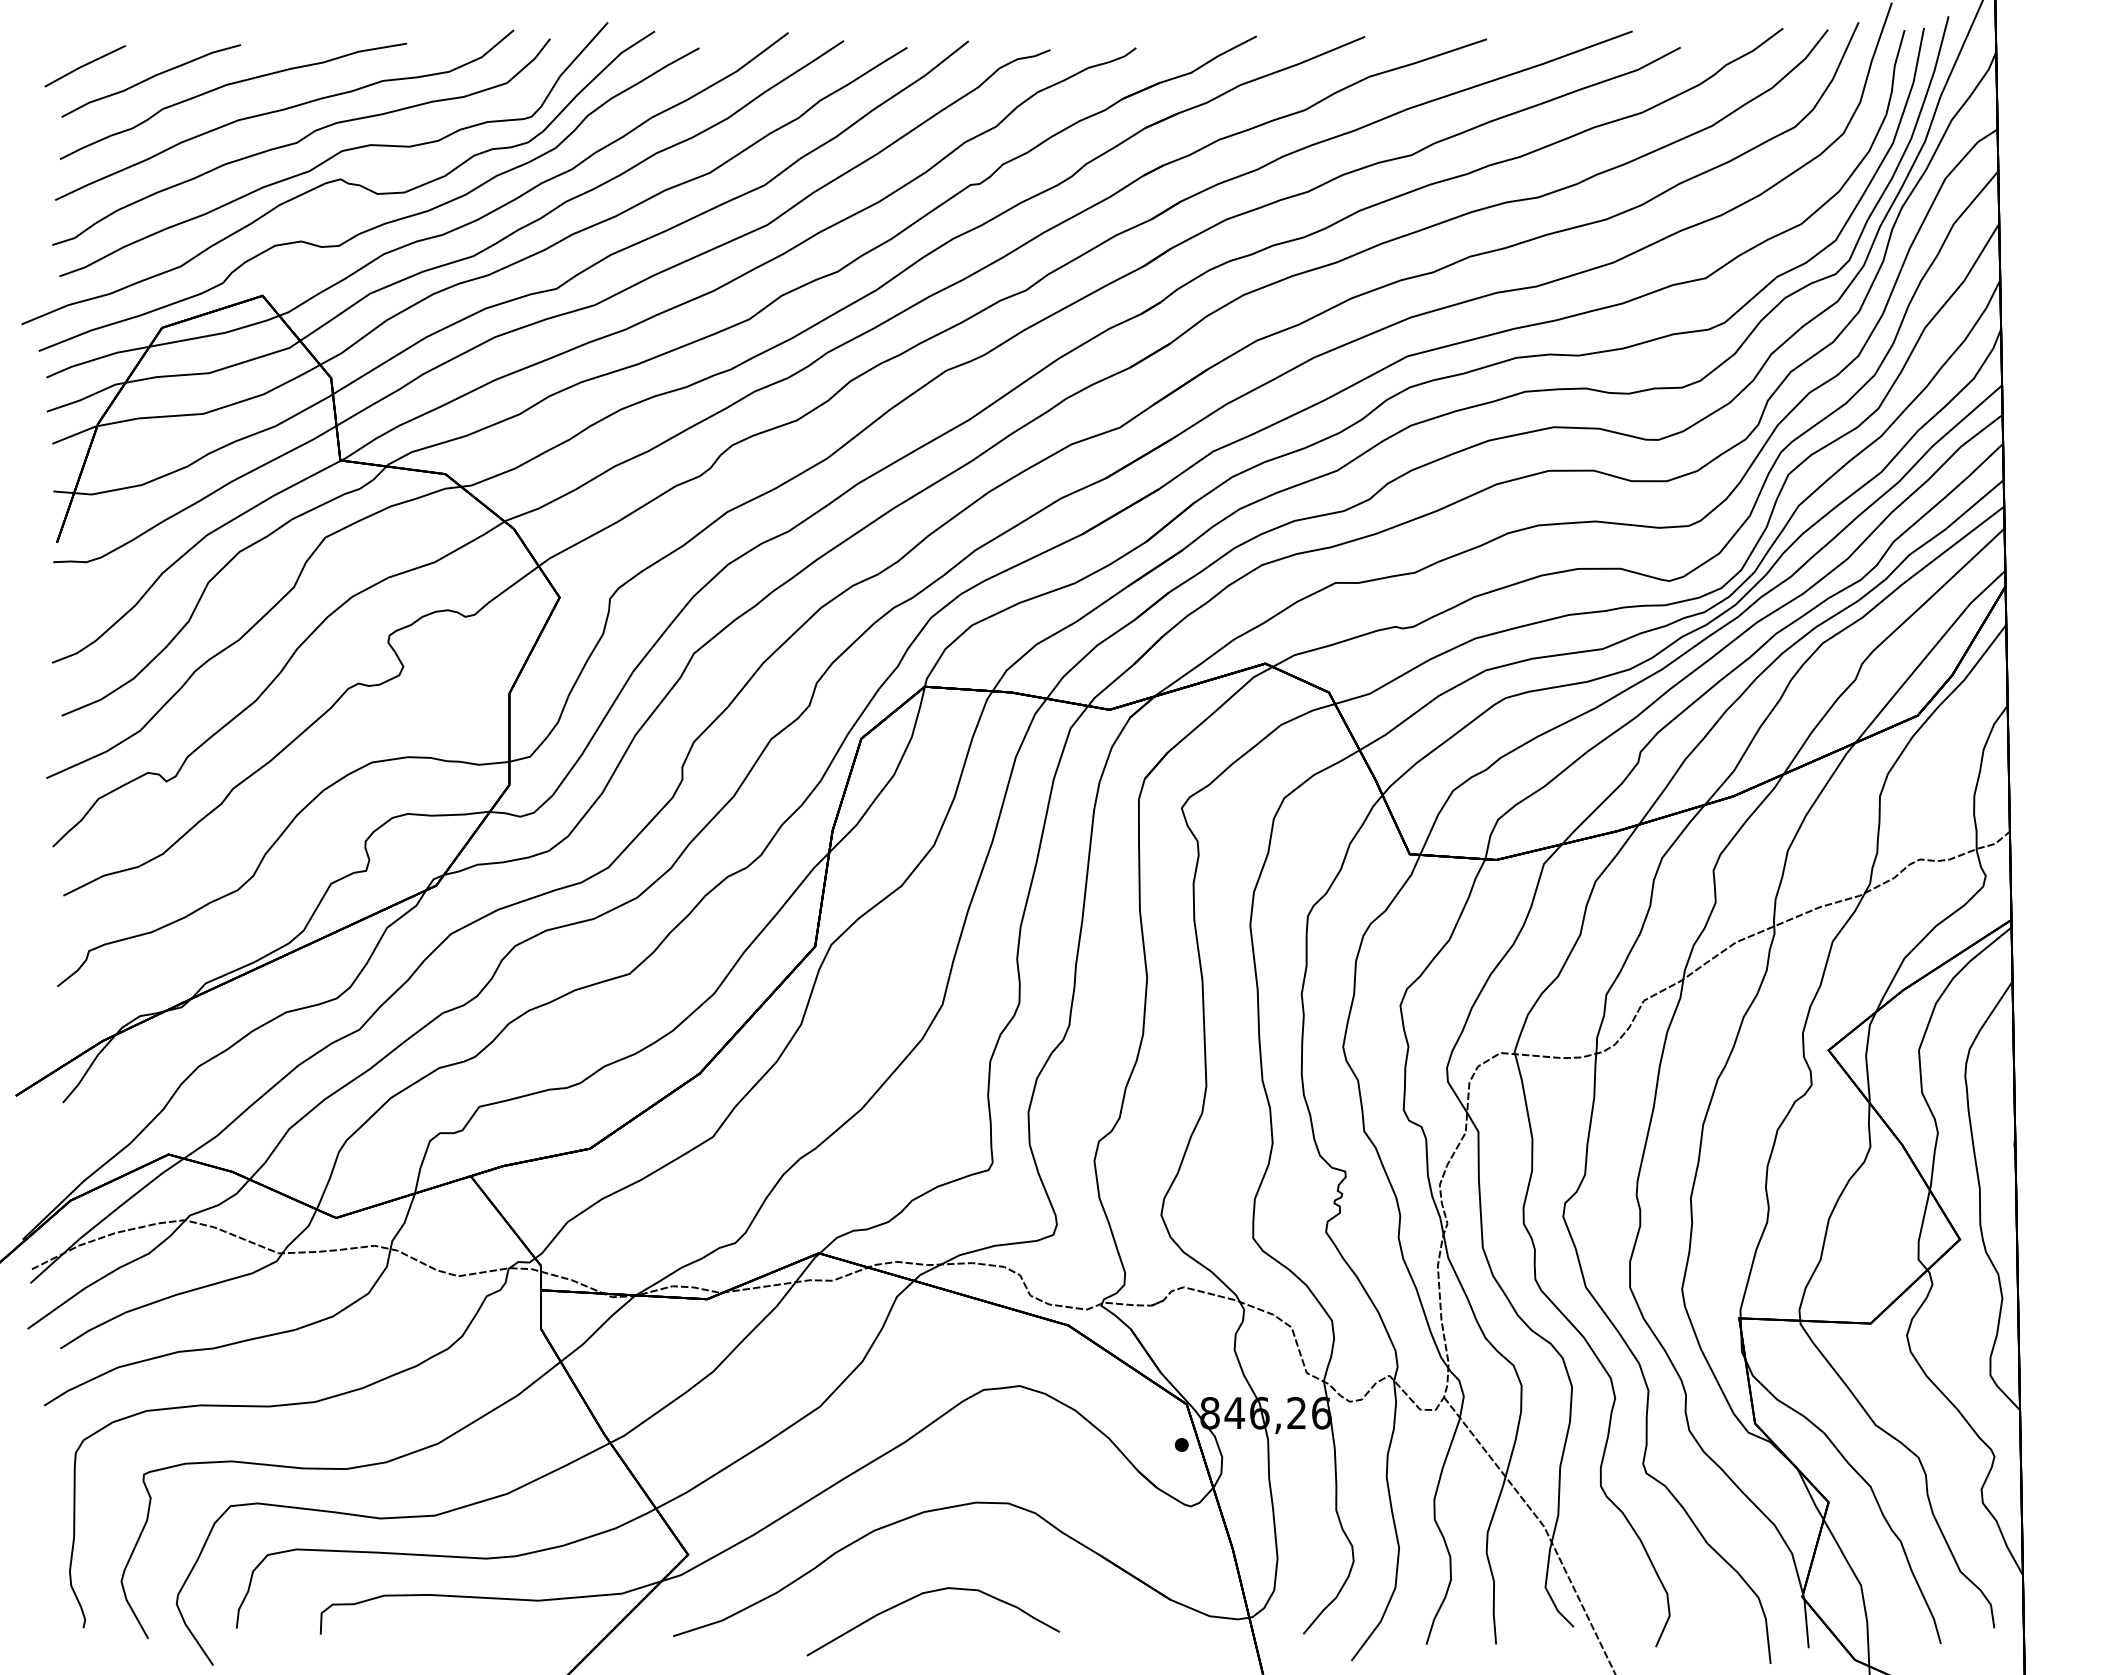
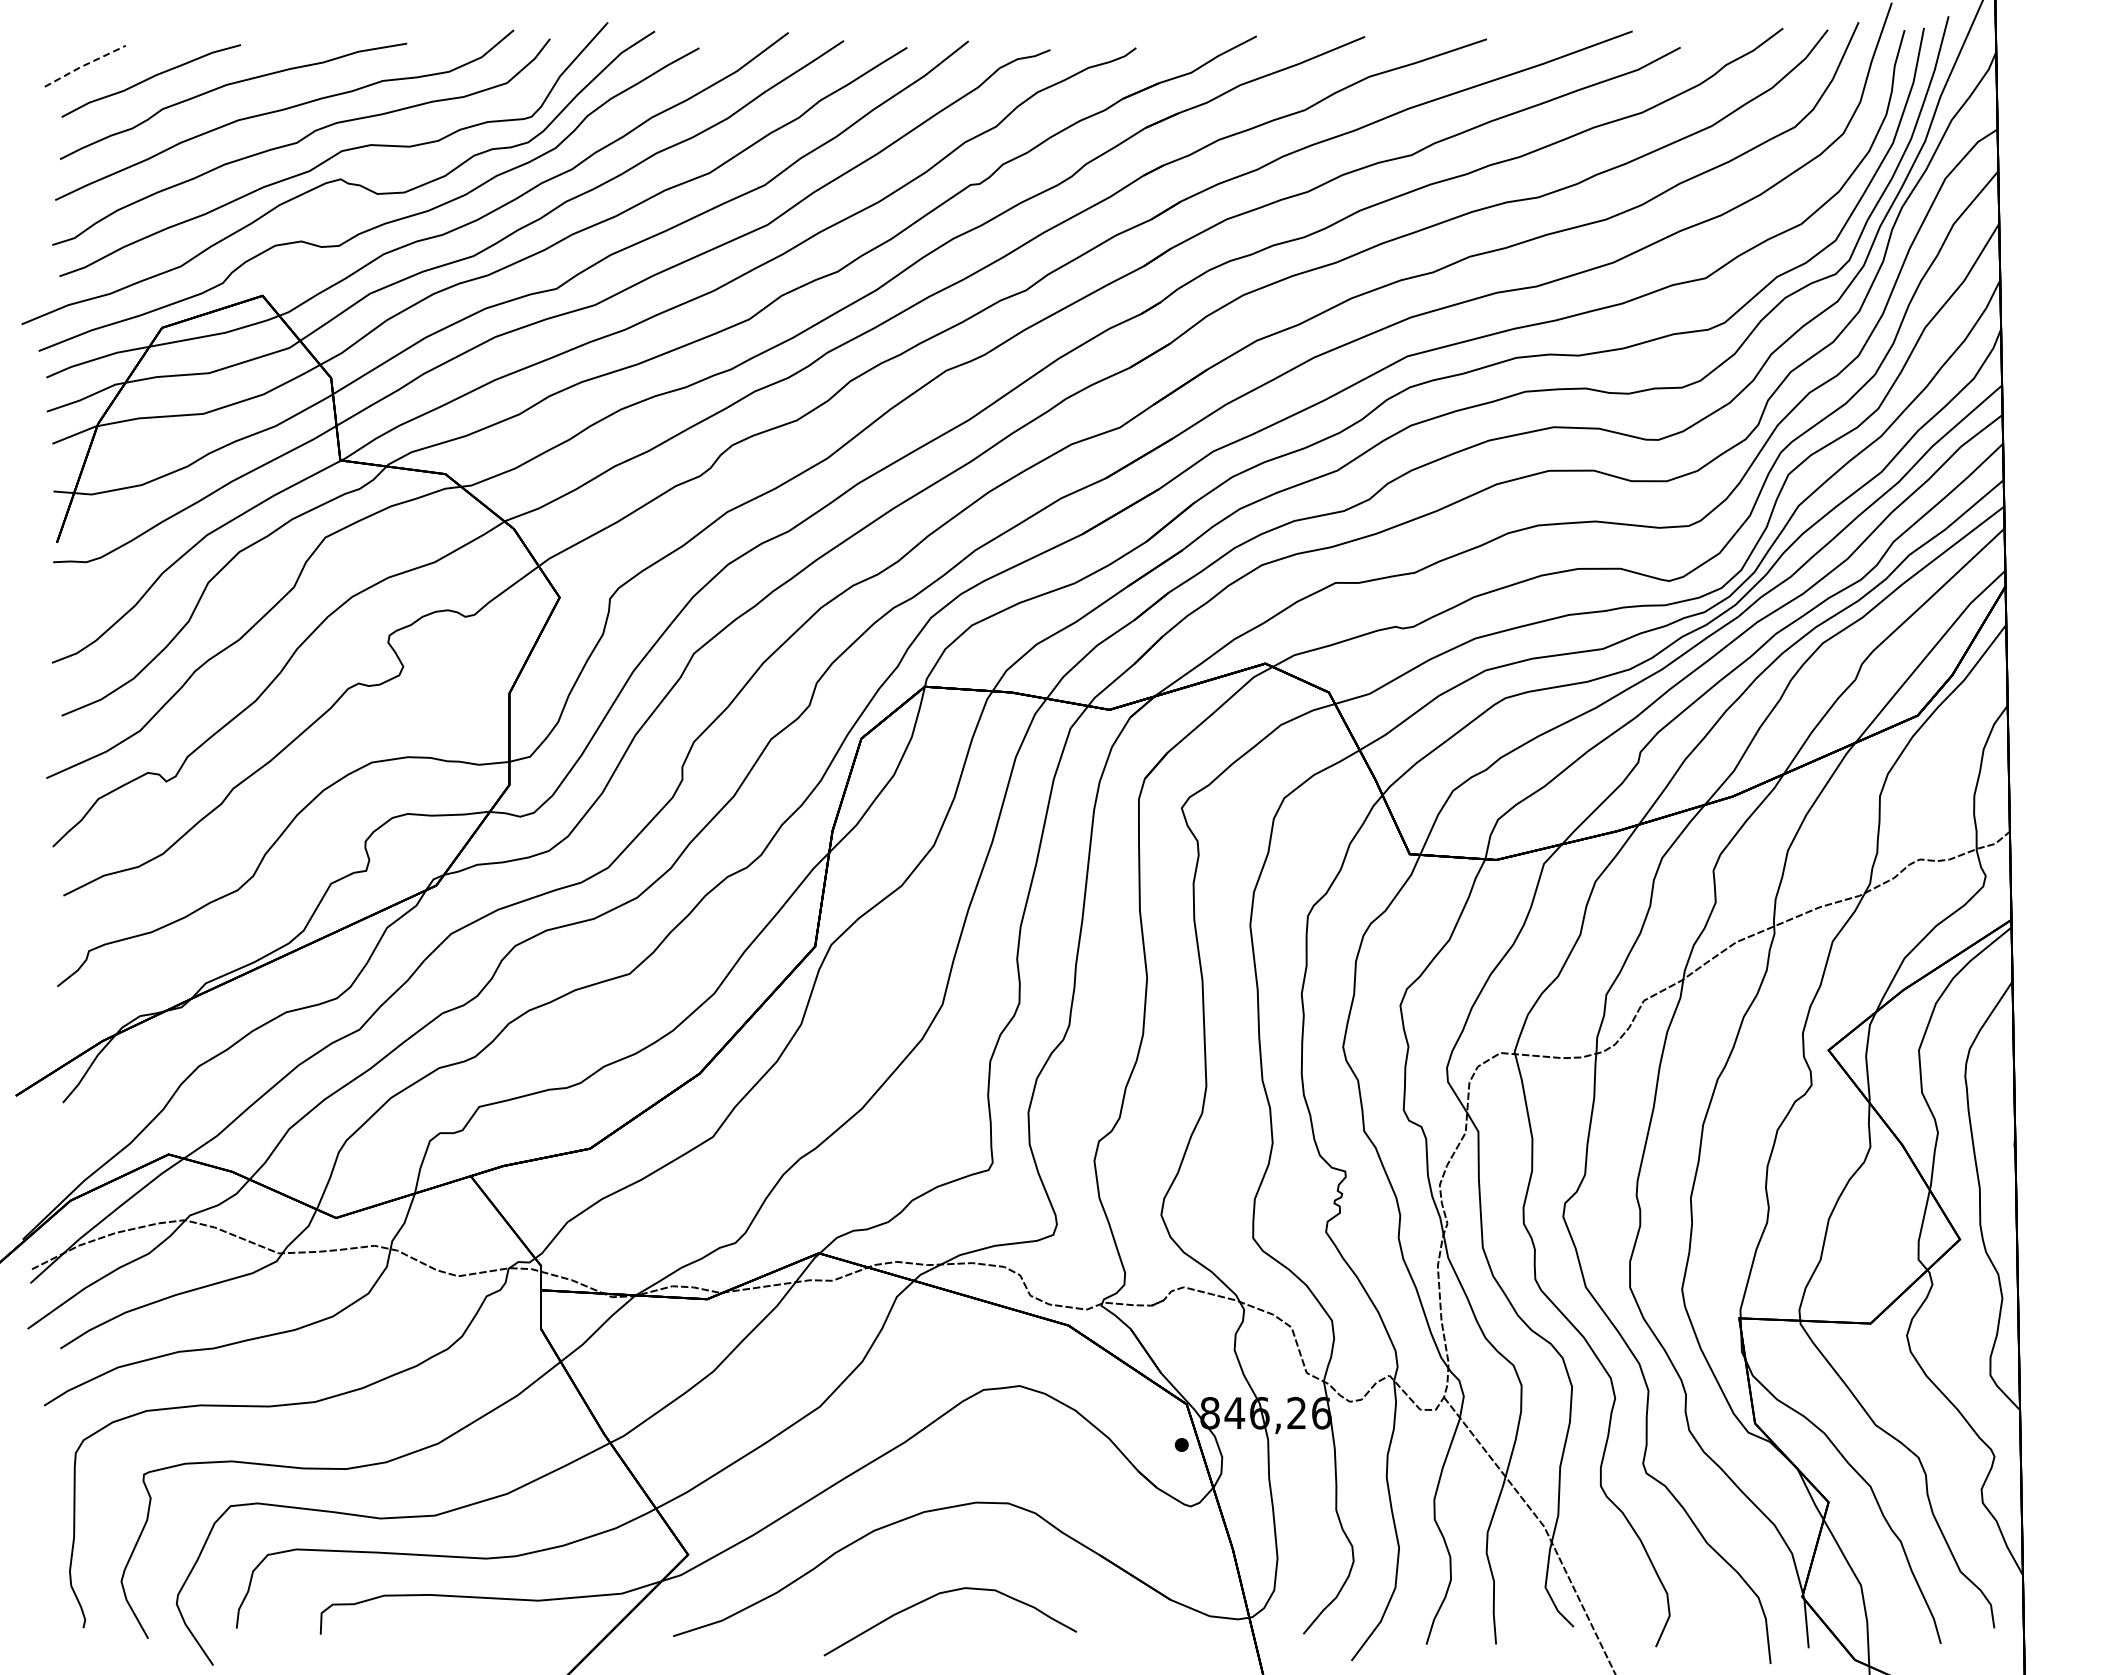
line at (84, 65): solid -> dashed
curve at (927, 1593) position: (927, 1593) -> (944, 1593)
